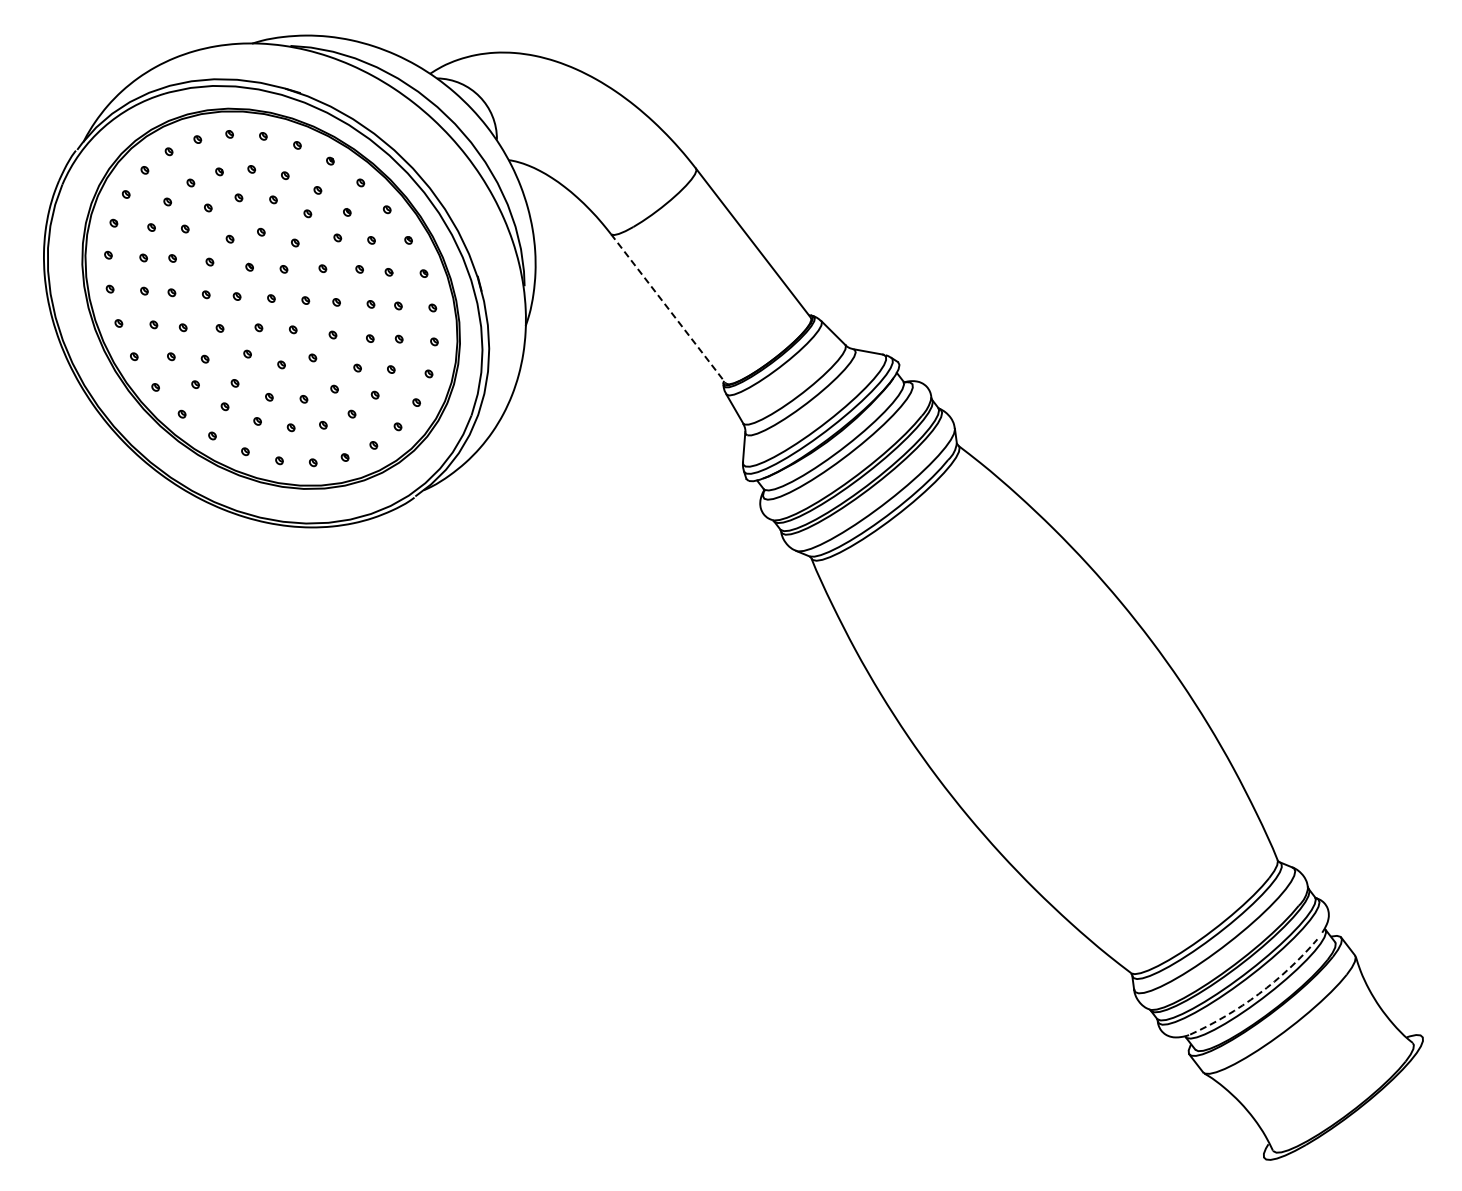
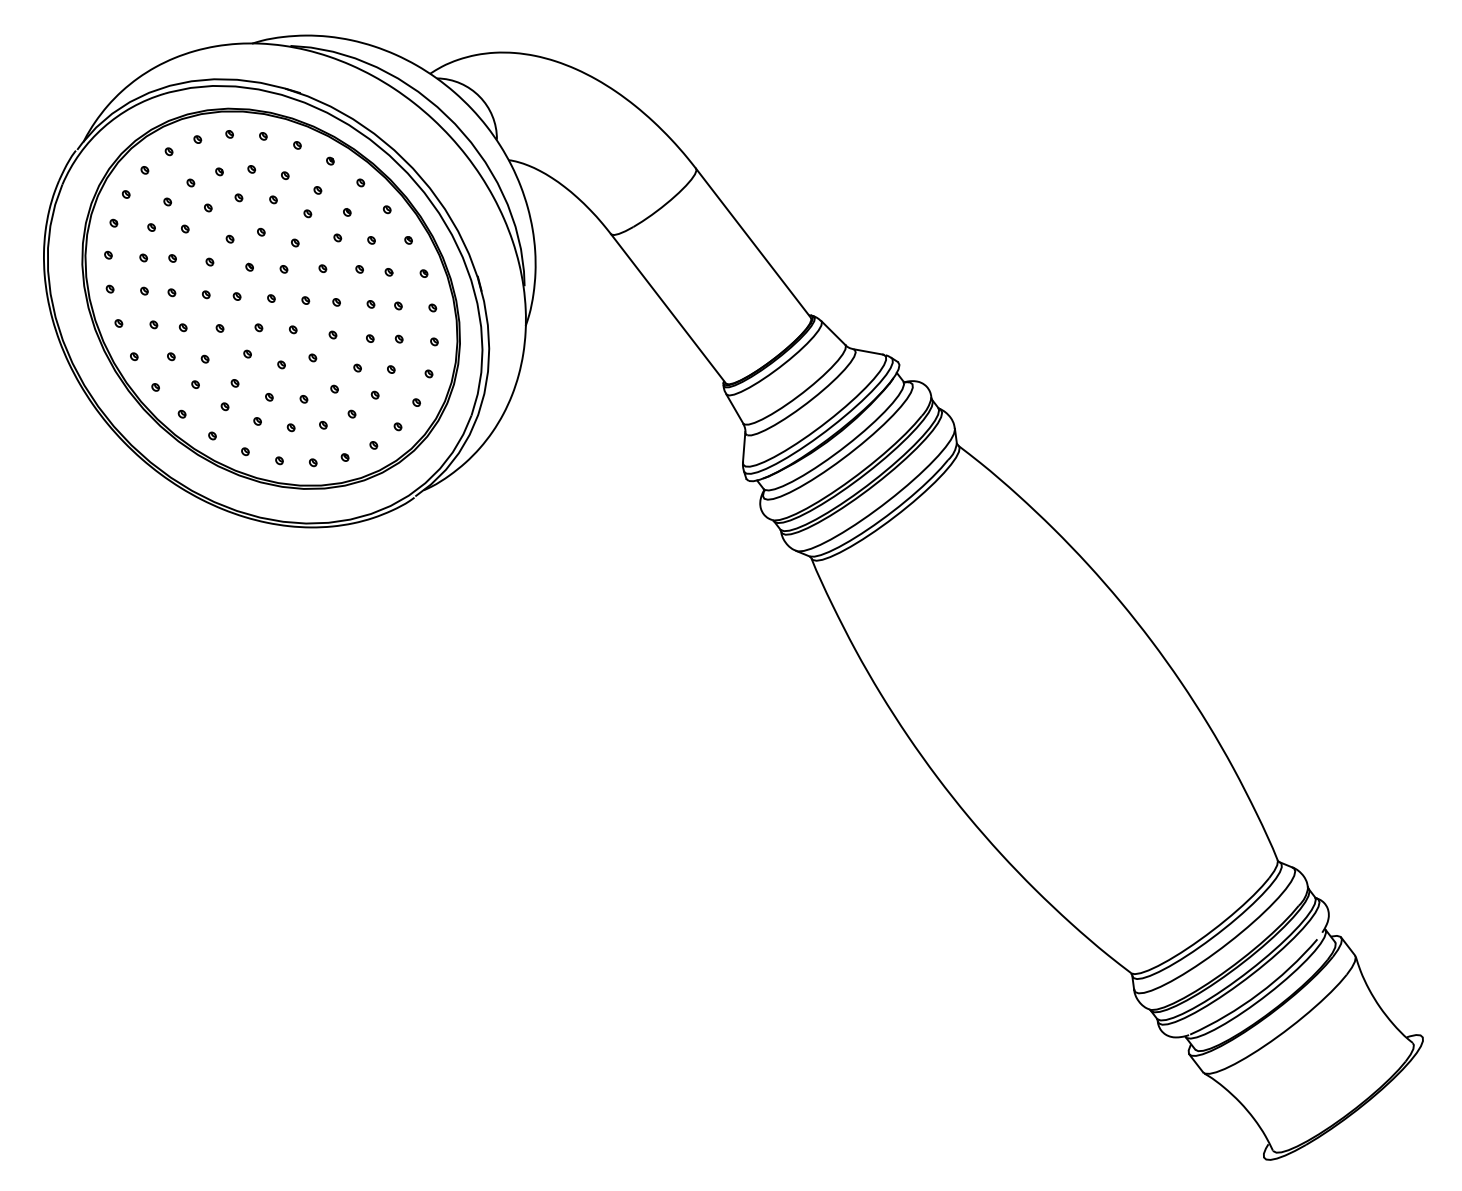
line at (668, 309): dashed -> solid
arc at (1258, 993): dashed -> solid
